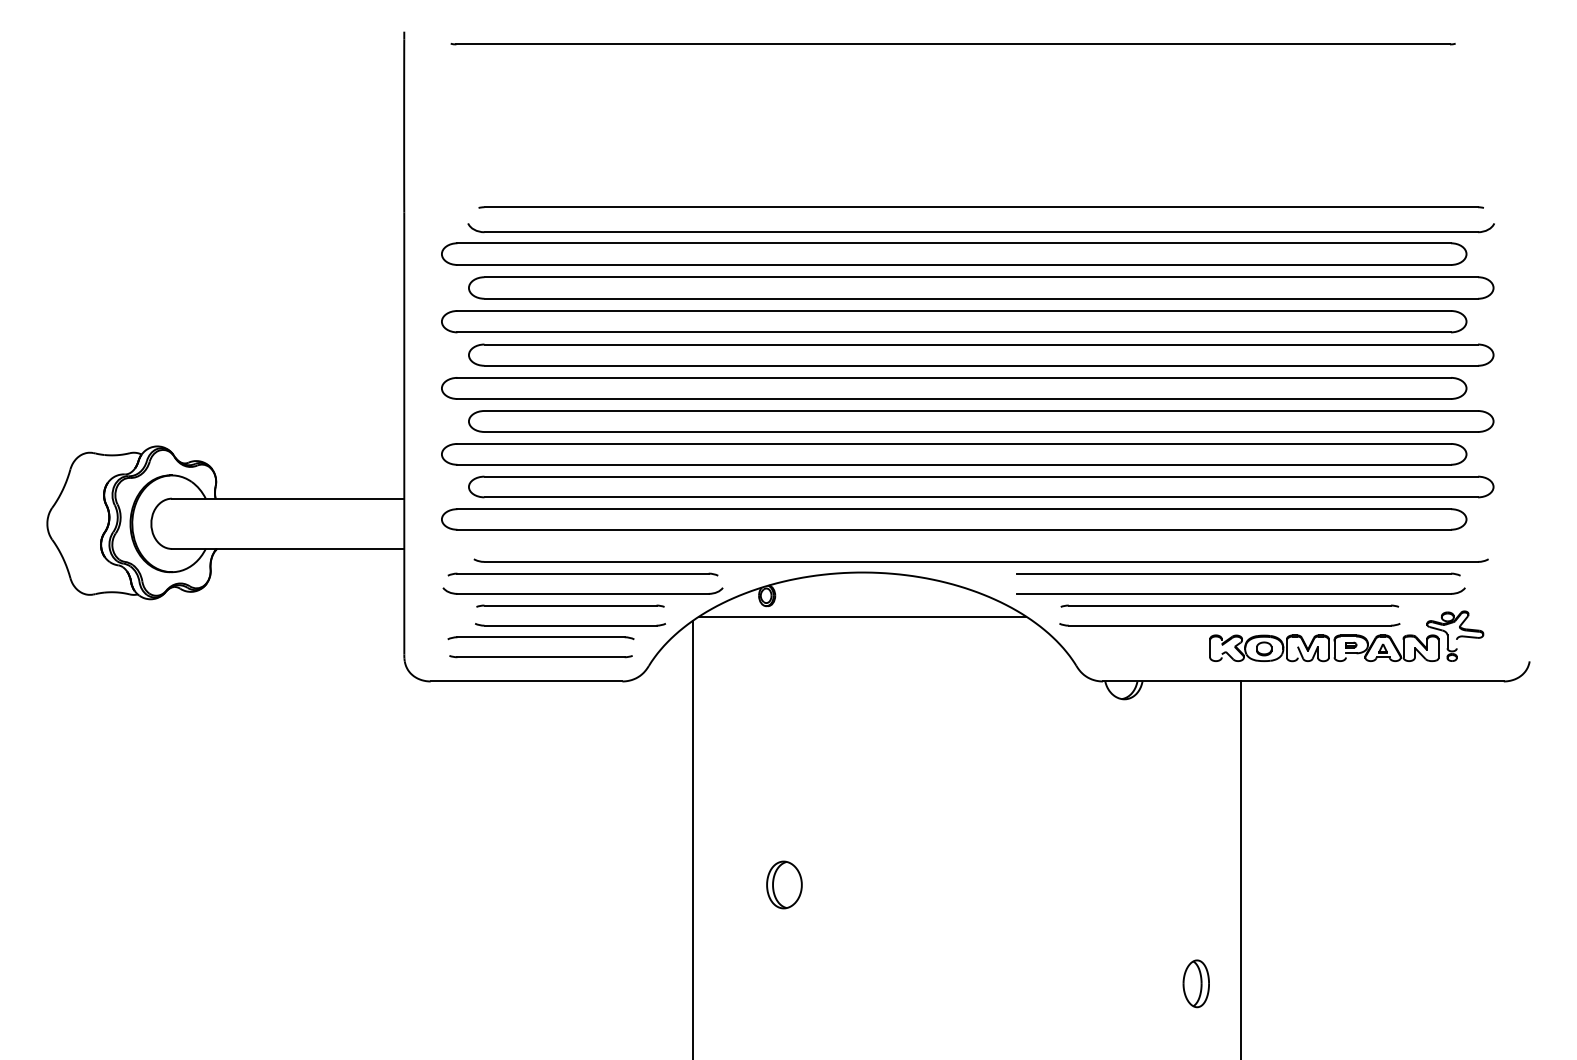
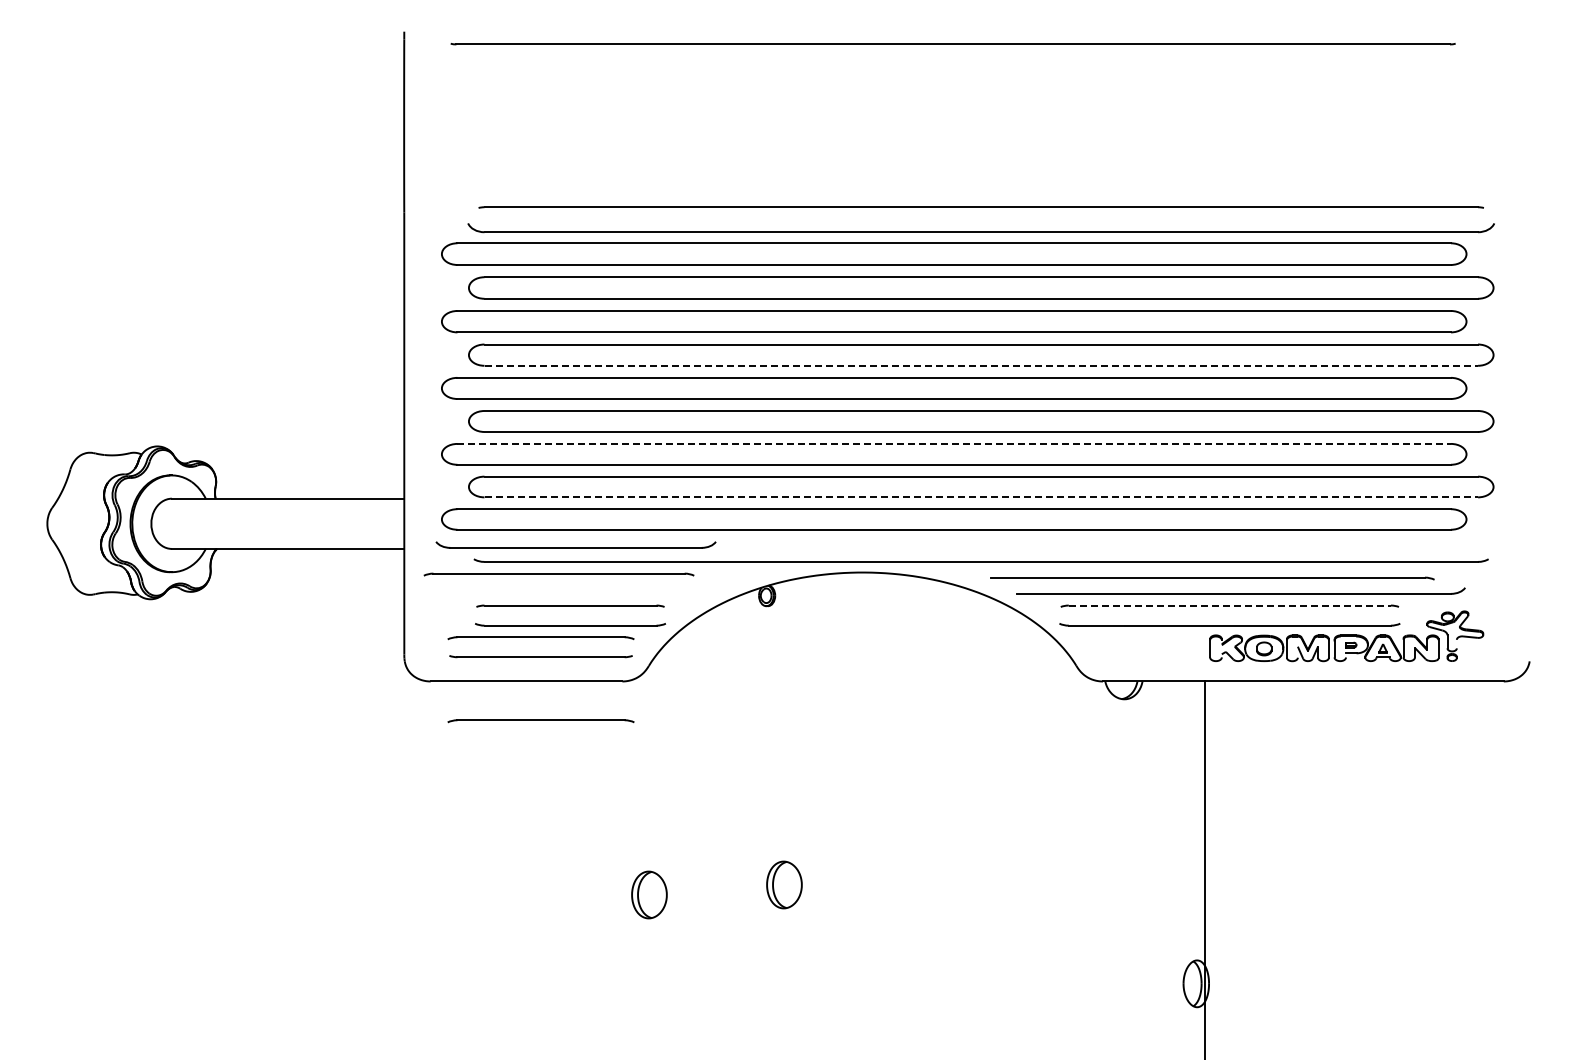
line at (981, 365): solid -> dashed
line at (954, 443): solid -> dashed
line at (981, 497): solid -> dashed
part at (582, 574) position: (582, 574) -> (558, 574)
part at (1238, 574) position: (1238, 574) -> (1212, 578)
part at (582, 590) position: (582, 590) -> (575, 544)
line at (1230, 605): solid -> dashed
line at (862, 616): present -> none
part at (540, 721): none -> present
line at (693, 838): present -> none
line at (1241, 868) position: (1241, 868) -> (1205, 868)
part at (649, 894): none -> present
